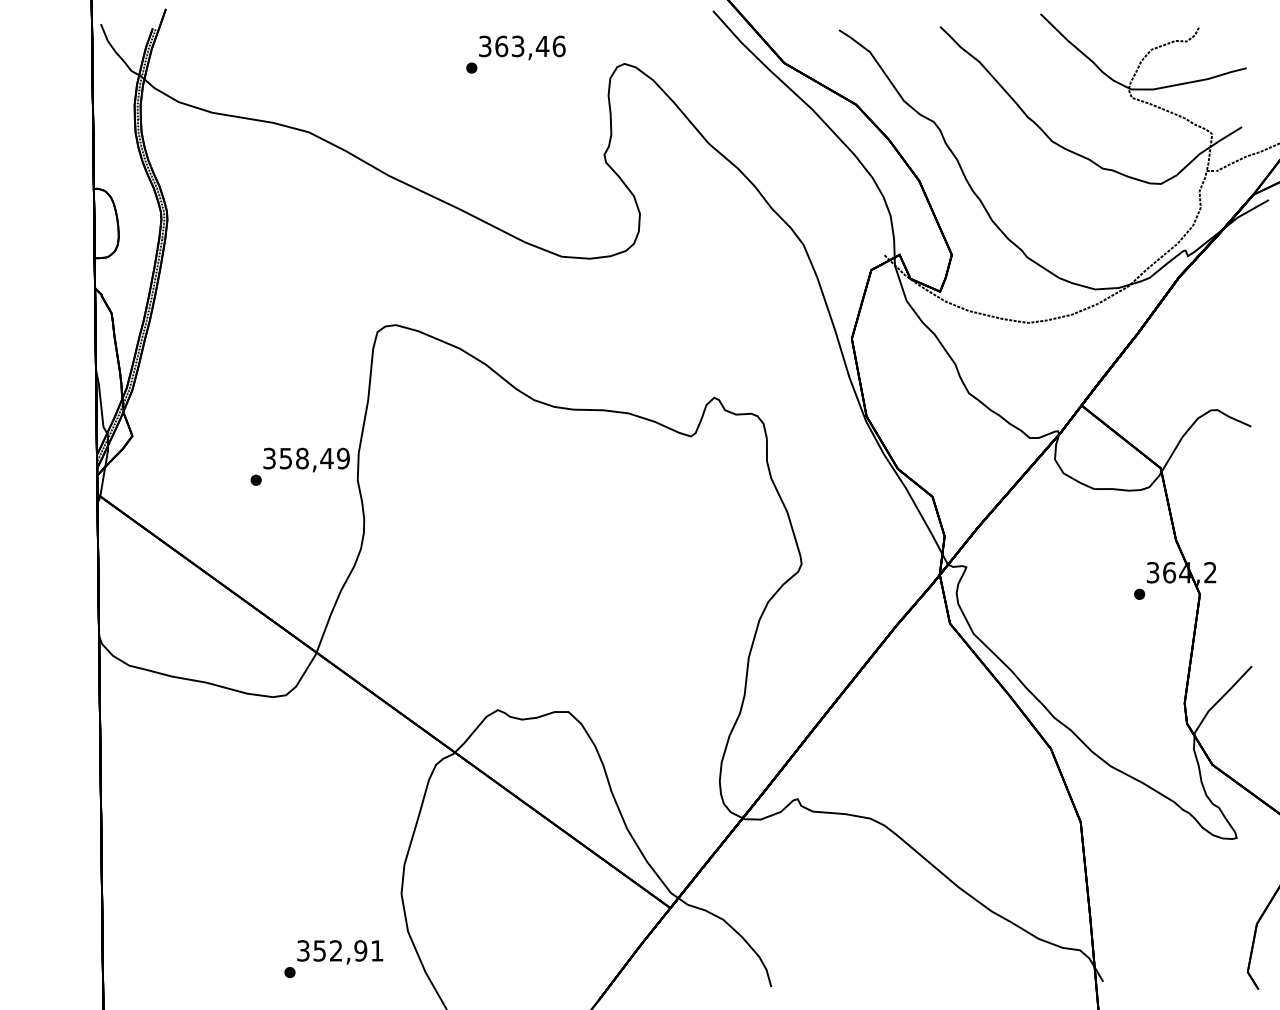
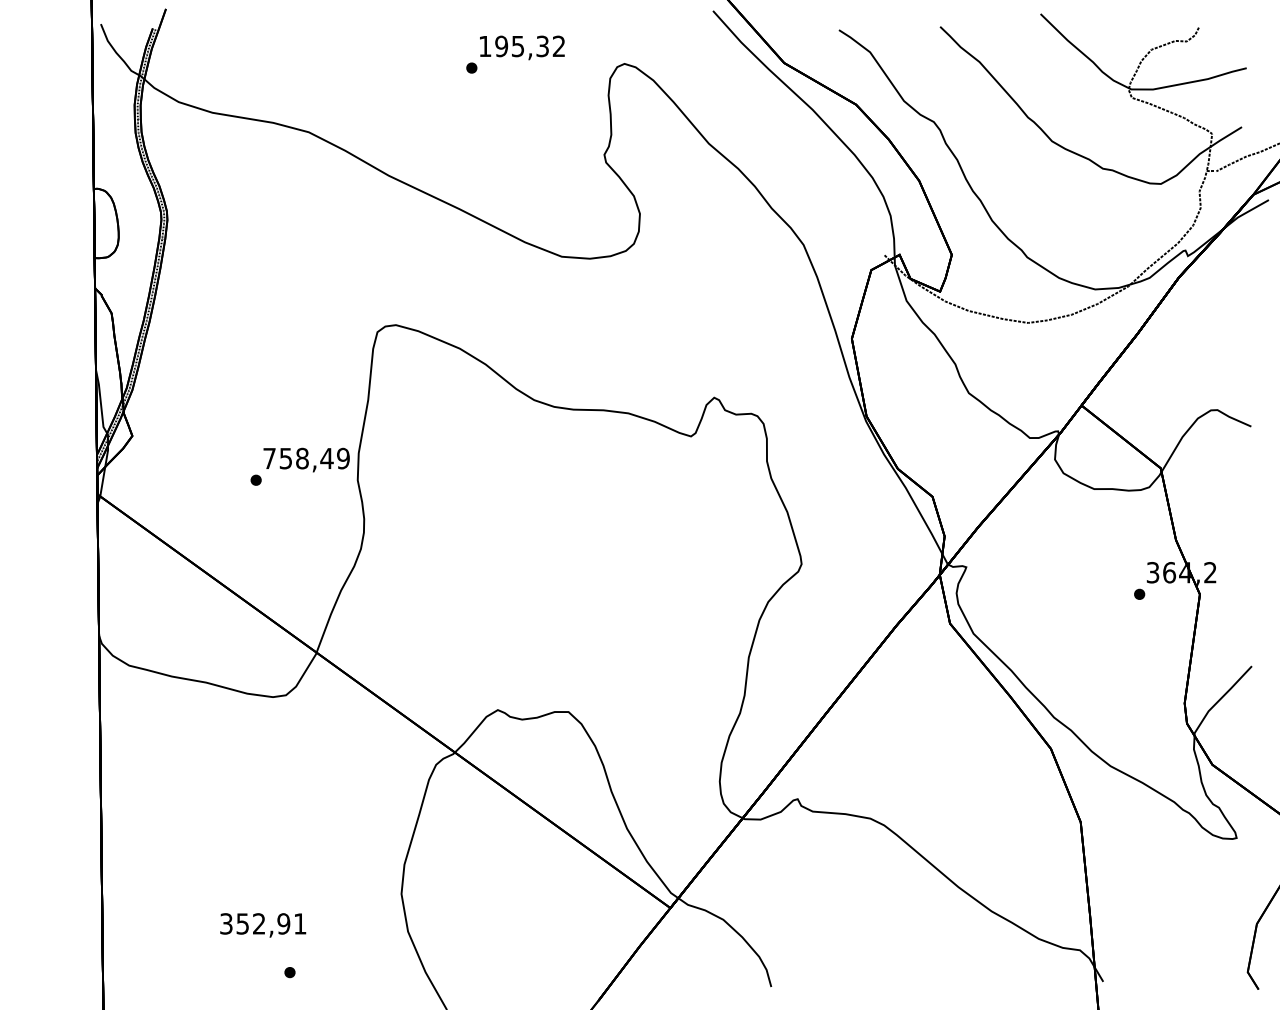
text at (522, 46): 363,46 -> 195,32
text at (269, 458): 358,49 -> 758,49
text at (340, 952) position: (340, 952) -> (263, 925)
